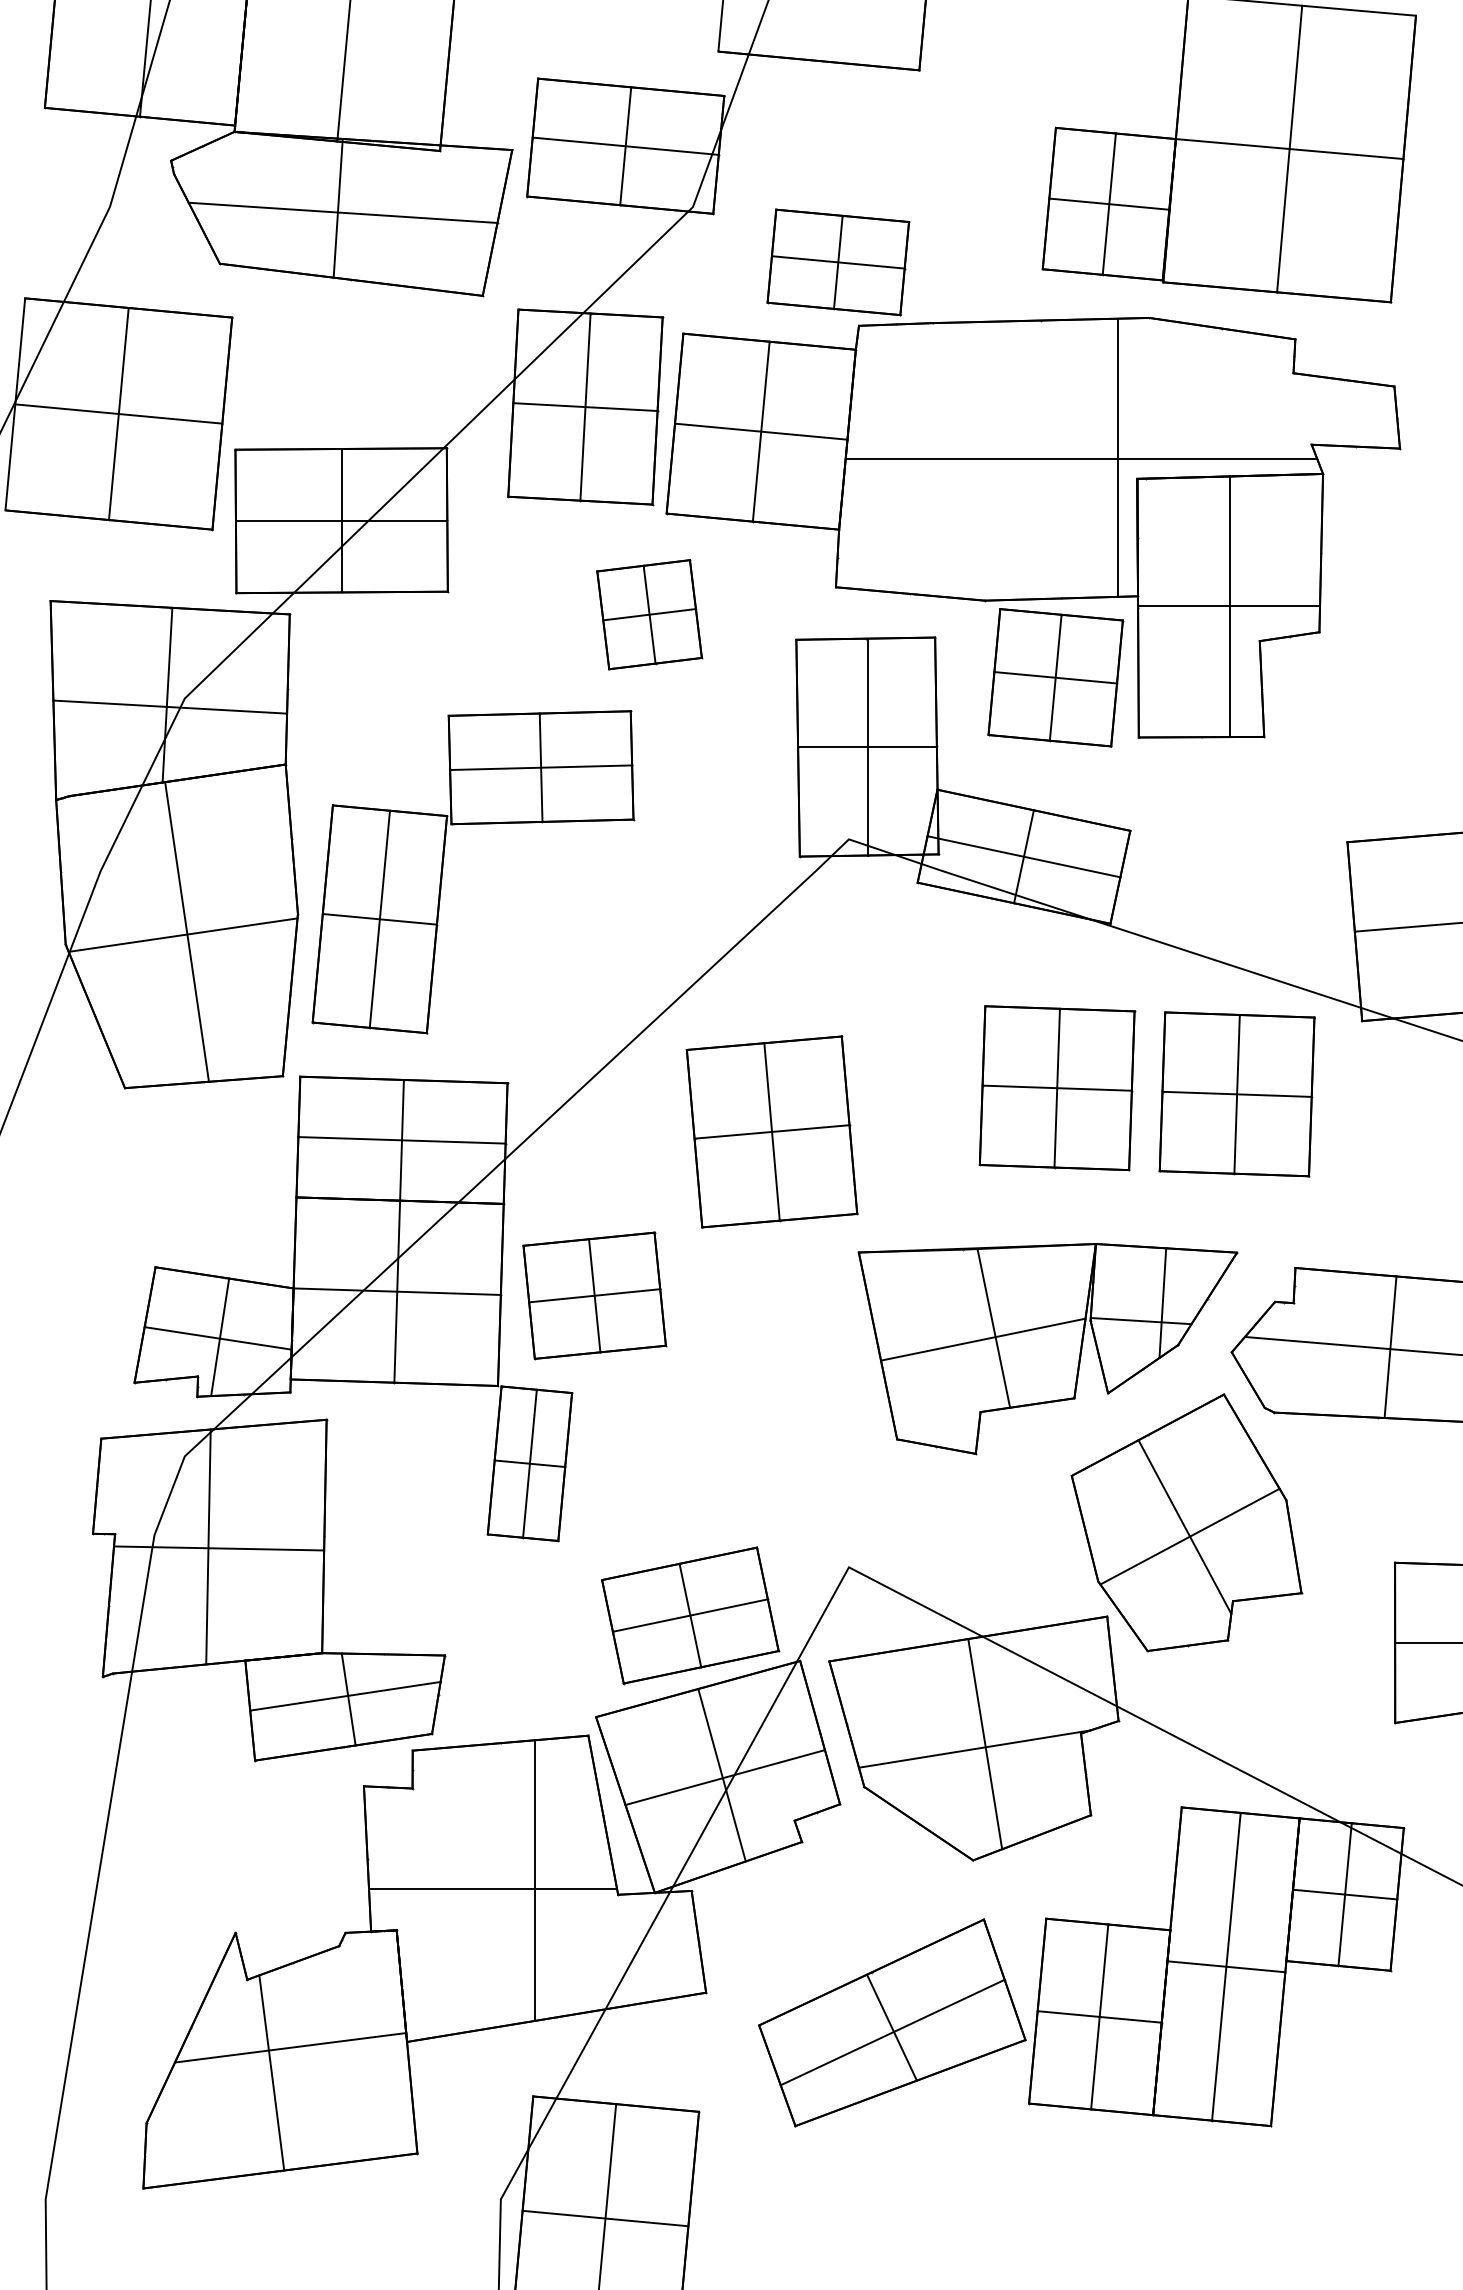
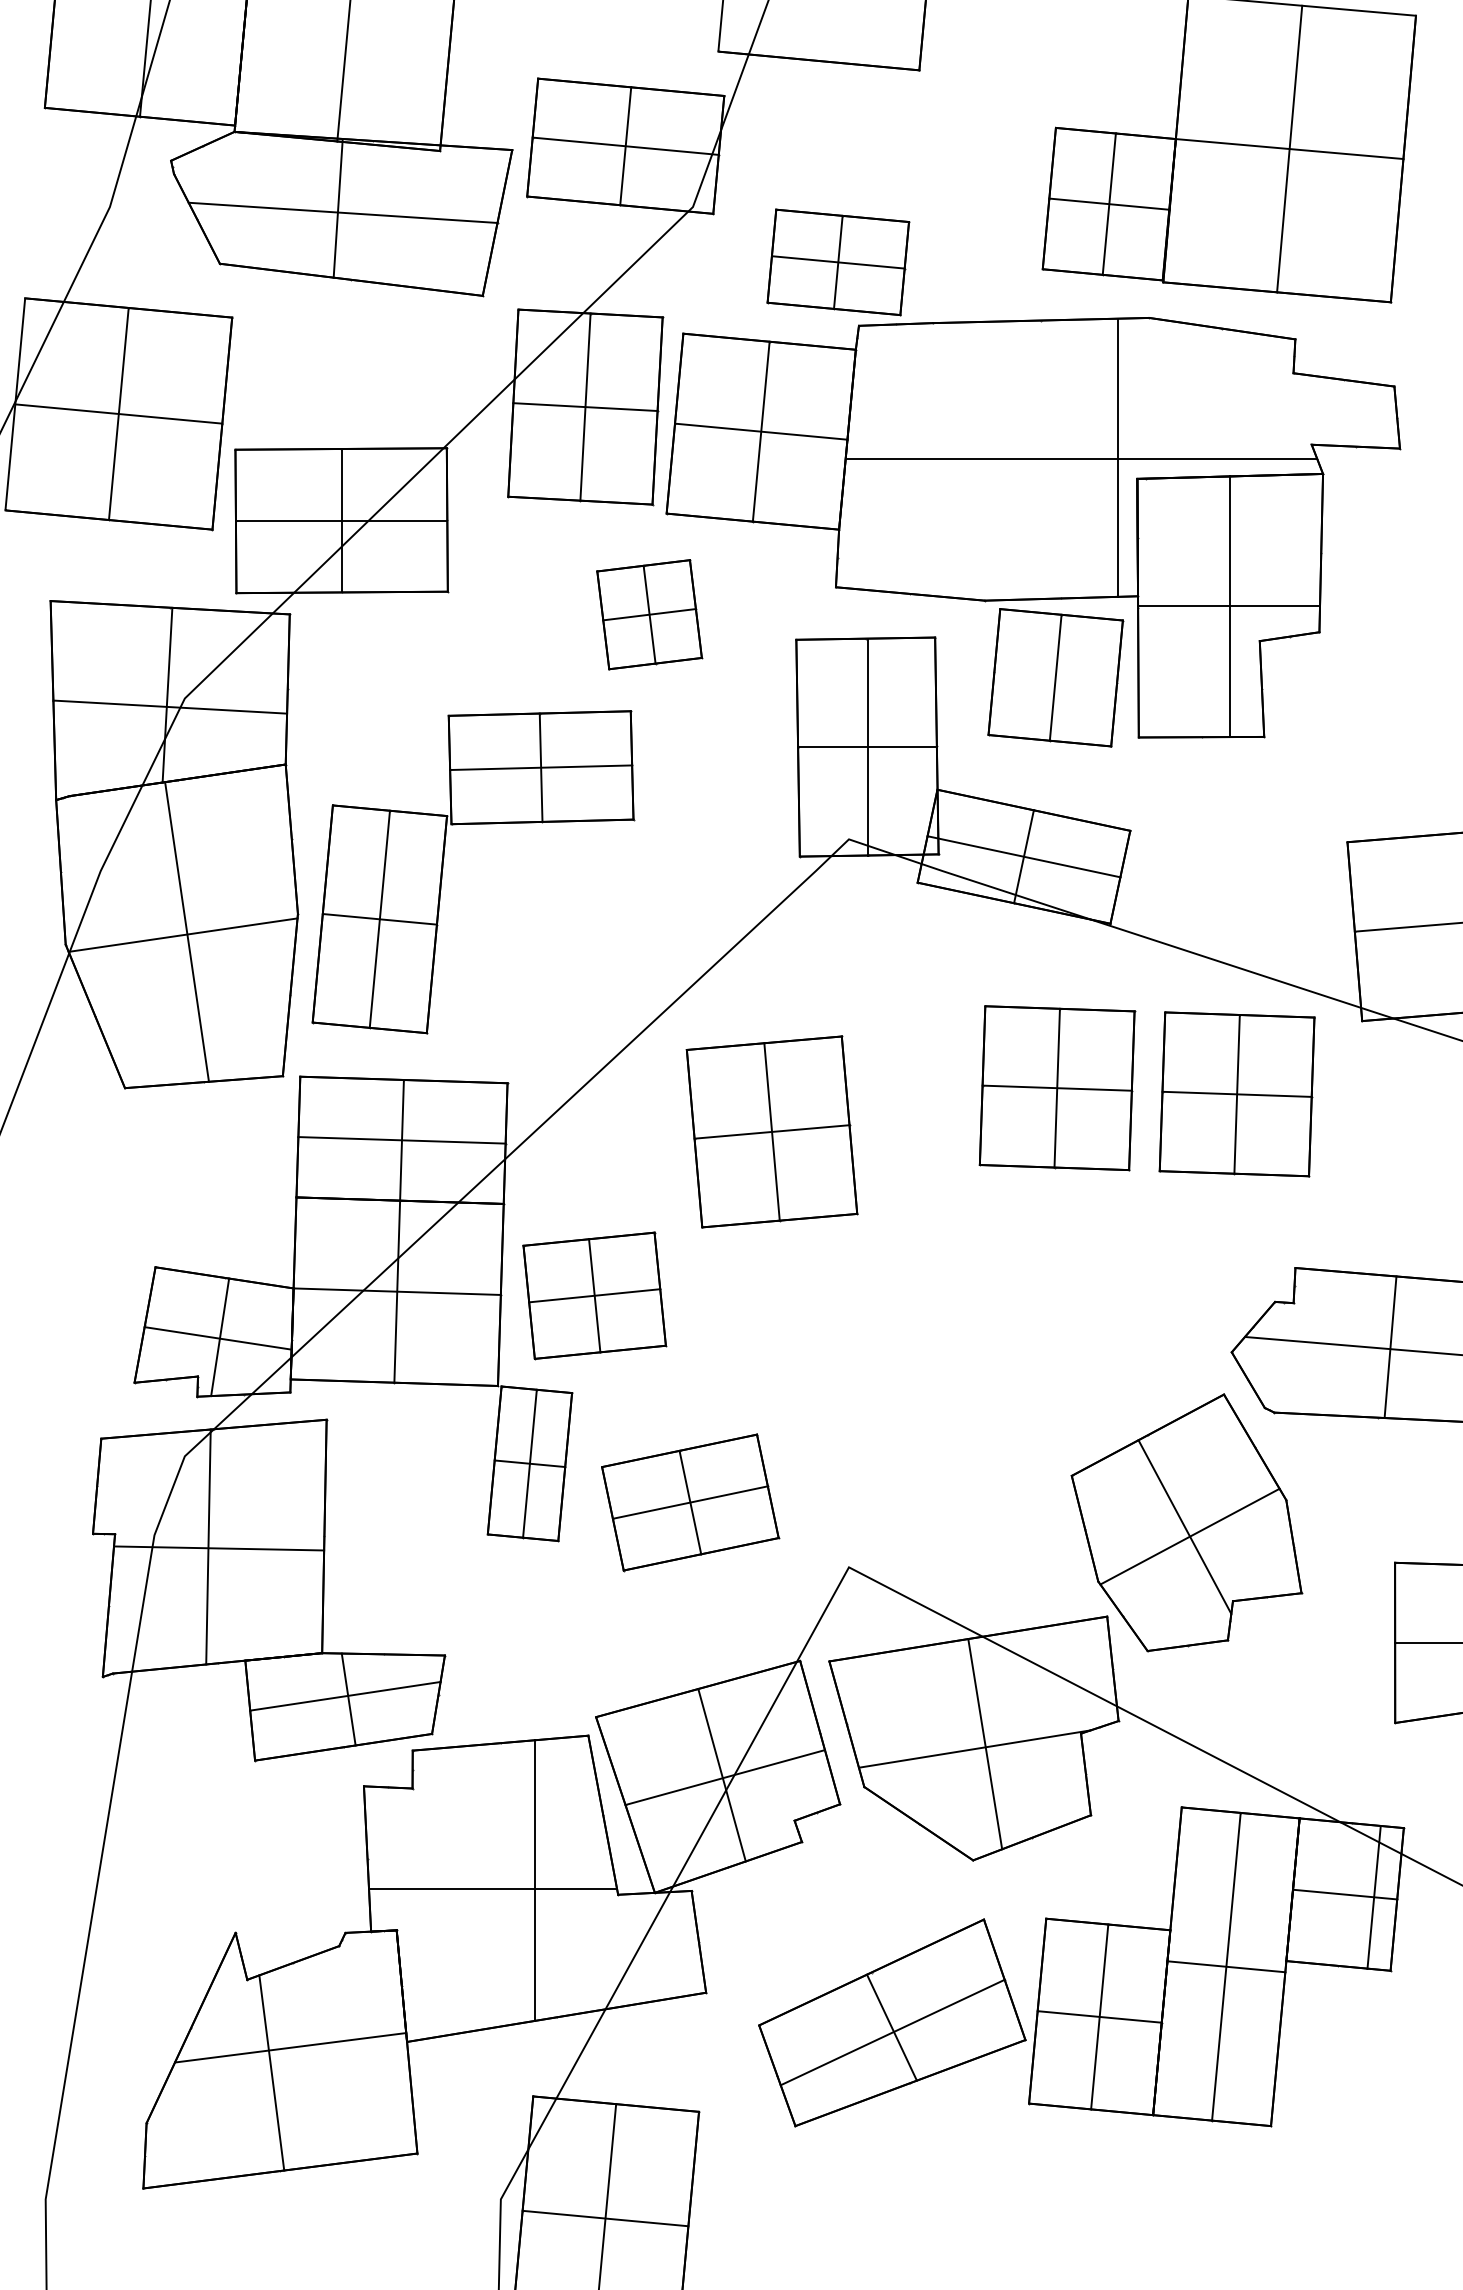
line at (1055, 677): present -> none
part at (1047, 1349): present -> none
part at (690, 1615) position: (690, 1615) -> (690, 1502)
line at (1344, 1894) position: (1344, 1894) -> (1373, 1897)
